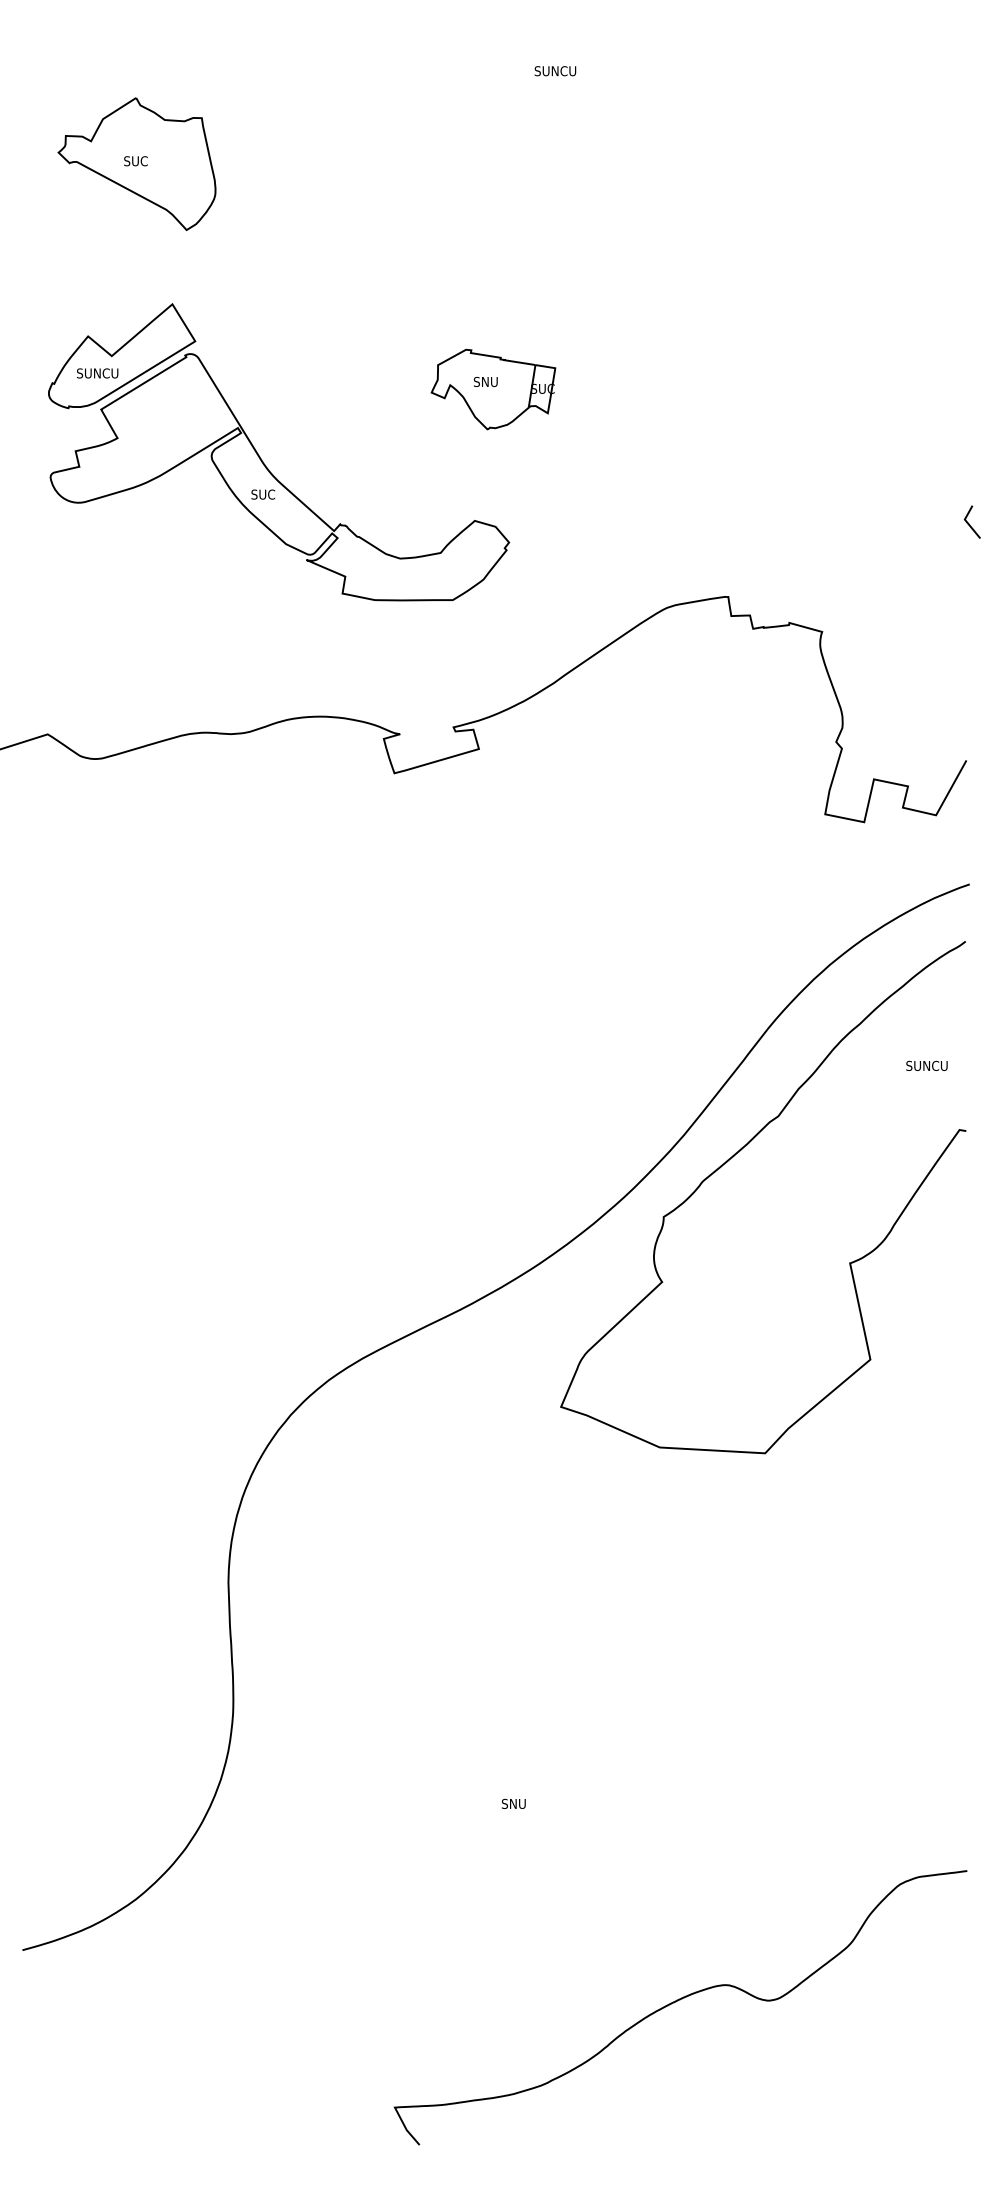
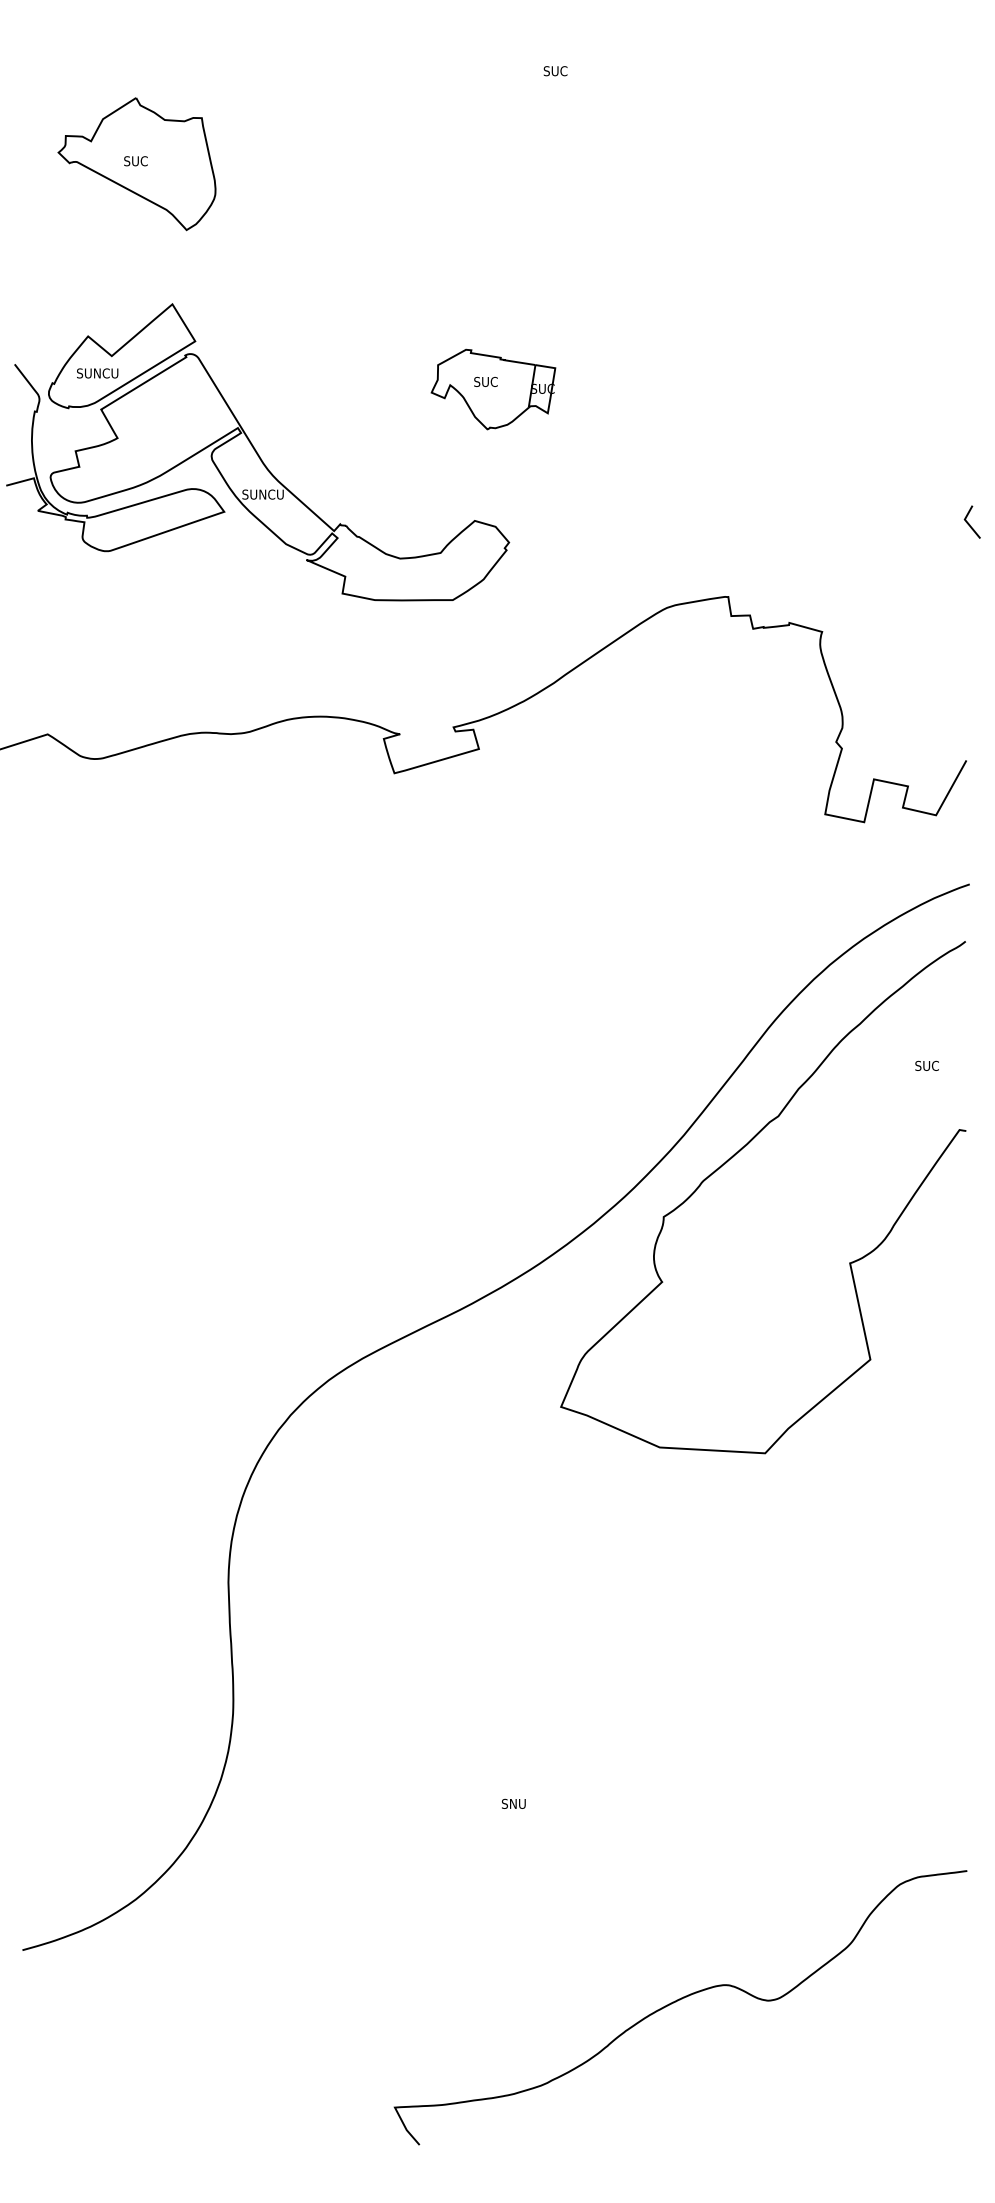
text at (555, 71): SUNCU -> SUC
text at (485, 381): SNU -> SUC
text at (262, 494): SUC -> SUNCU
curve at (128, 505): none -> present
text at (926, 1065): SUNCU -> SUC
